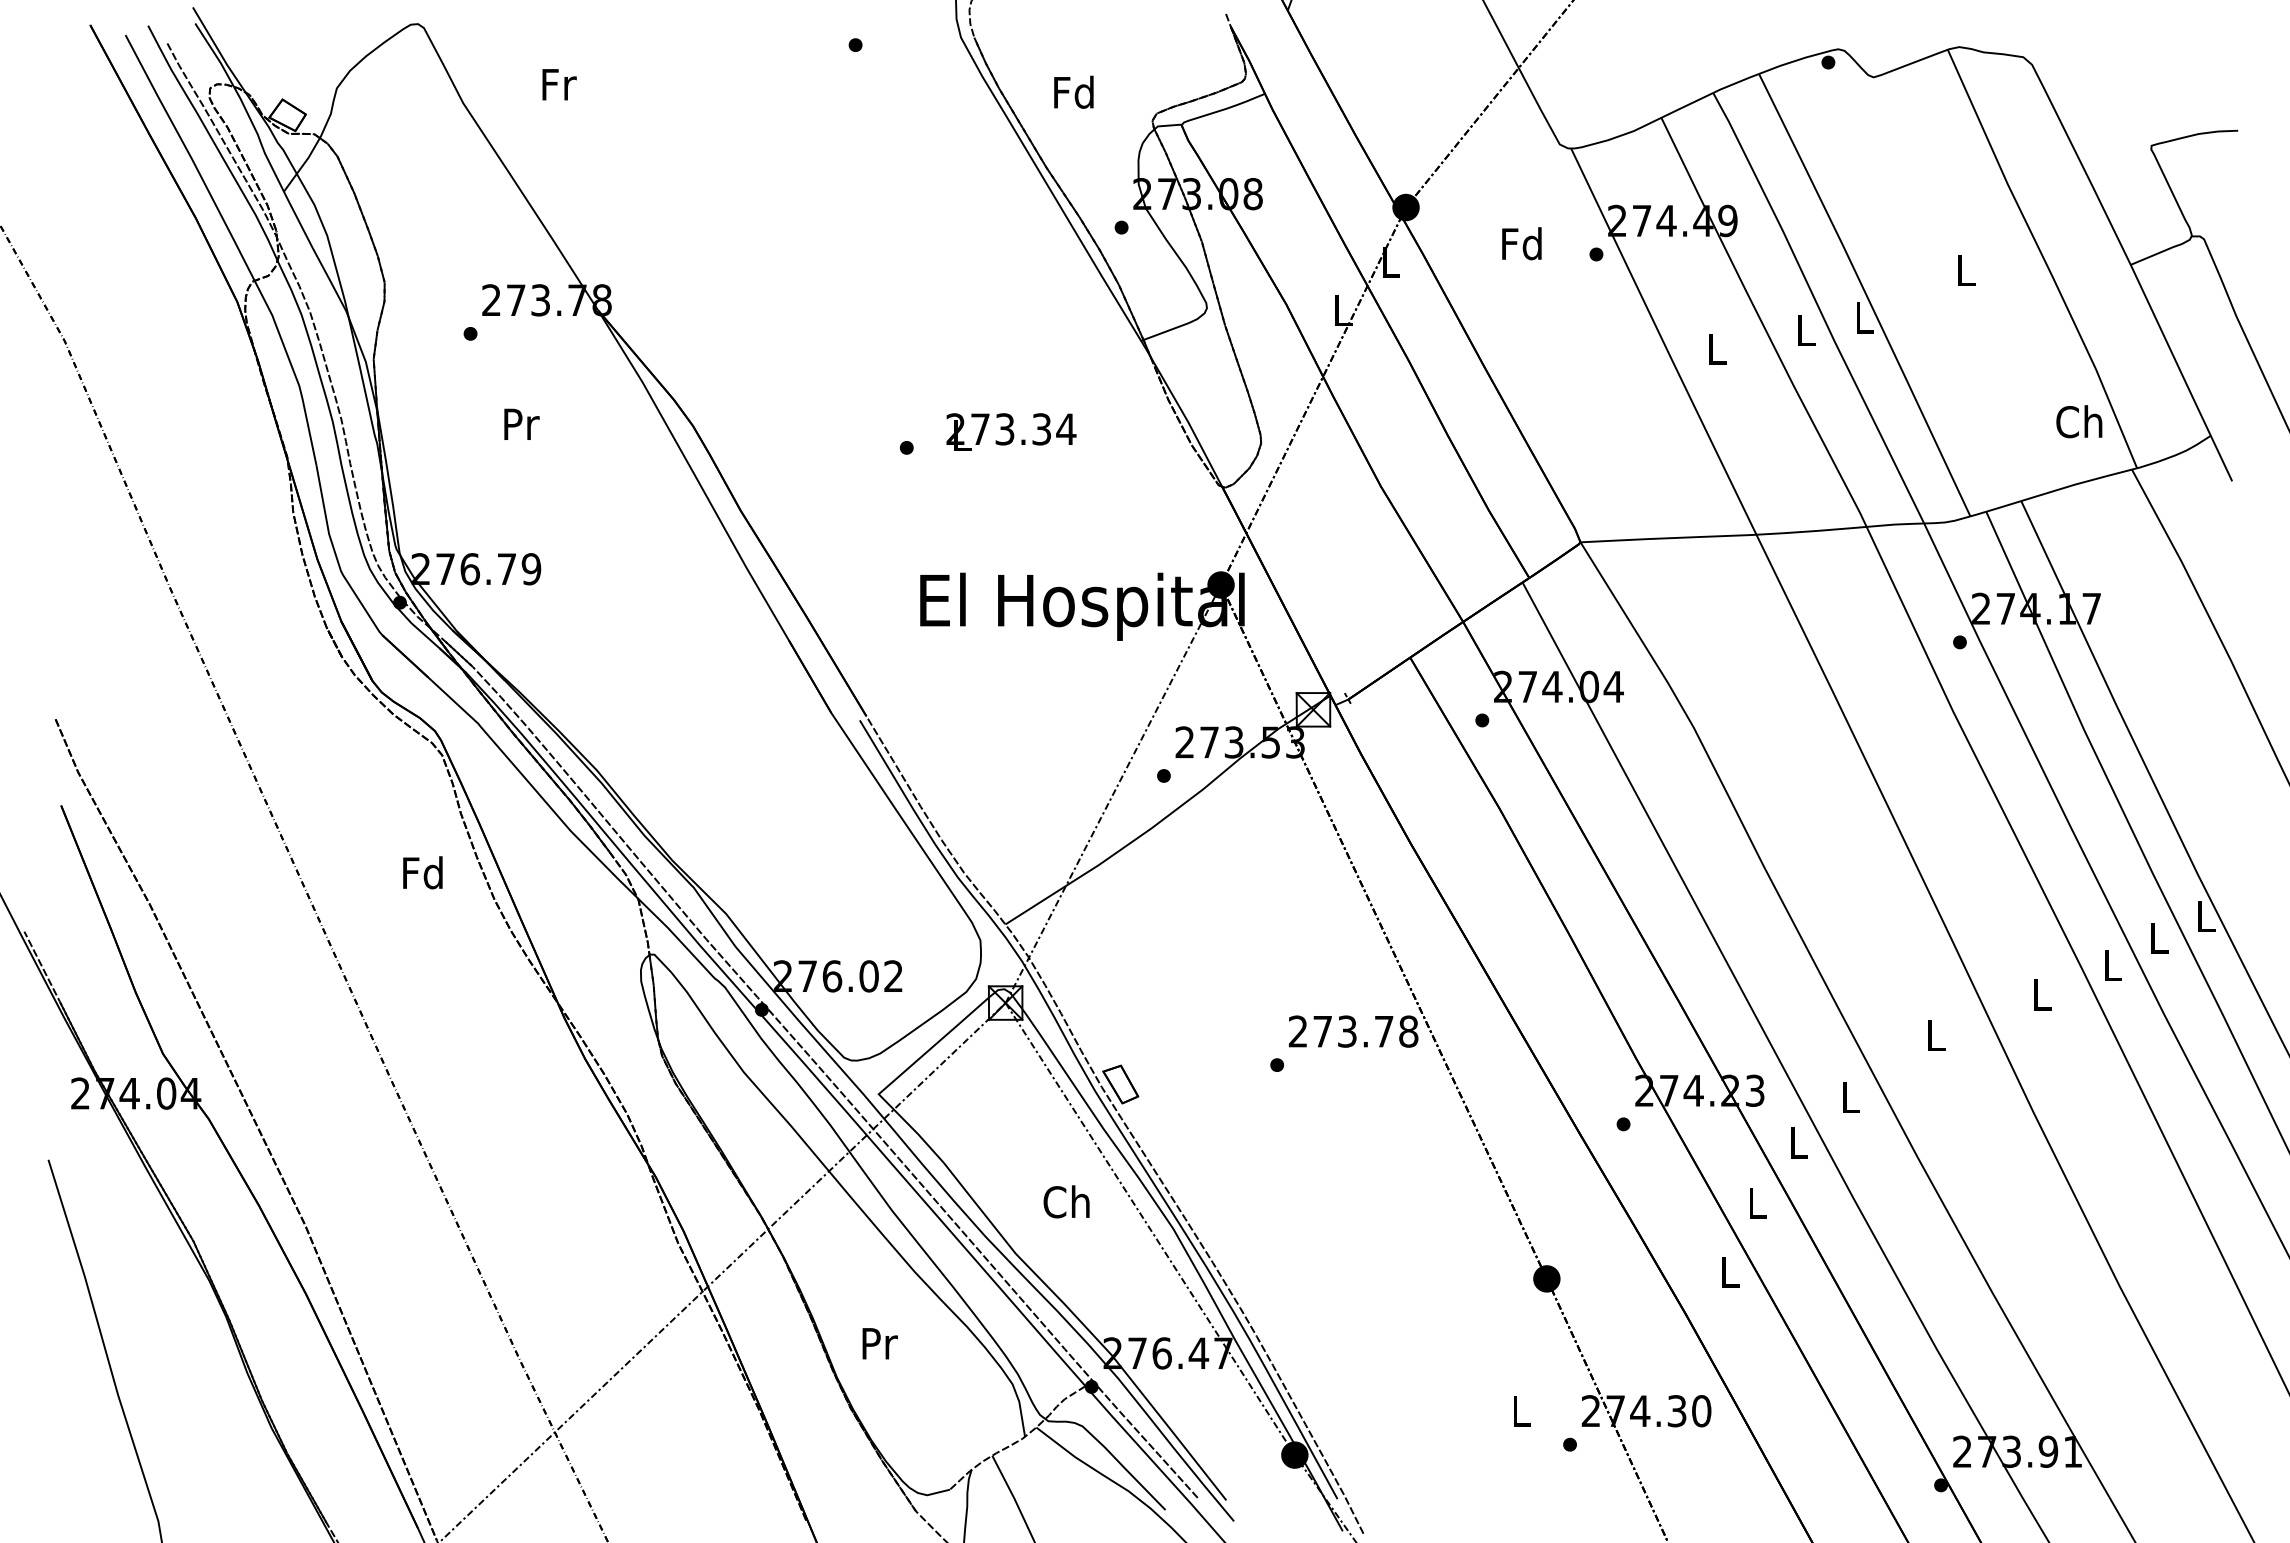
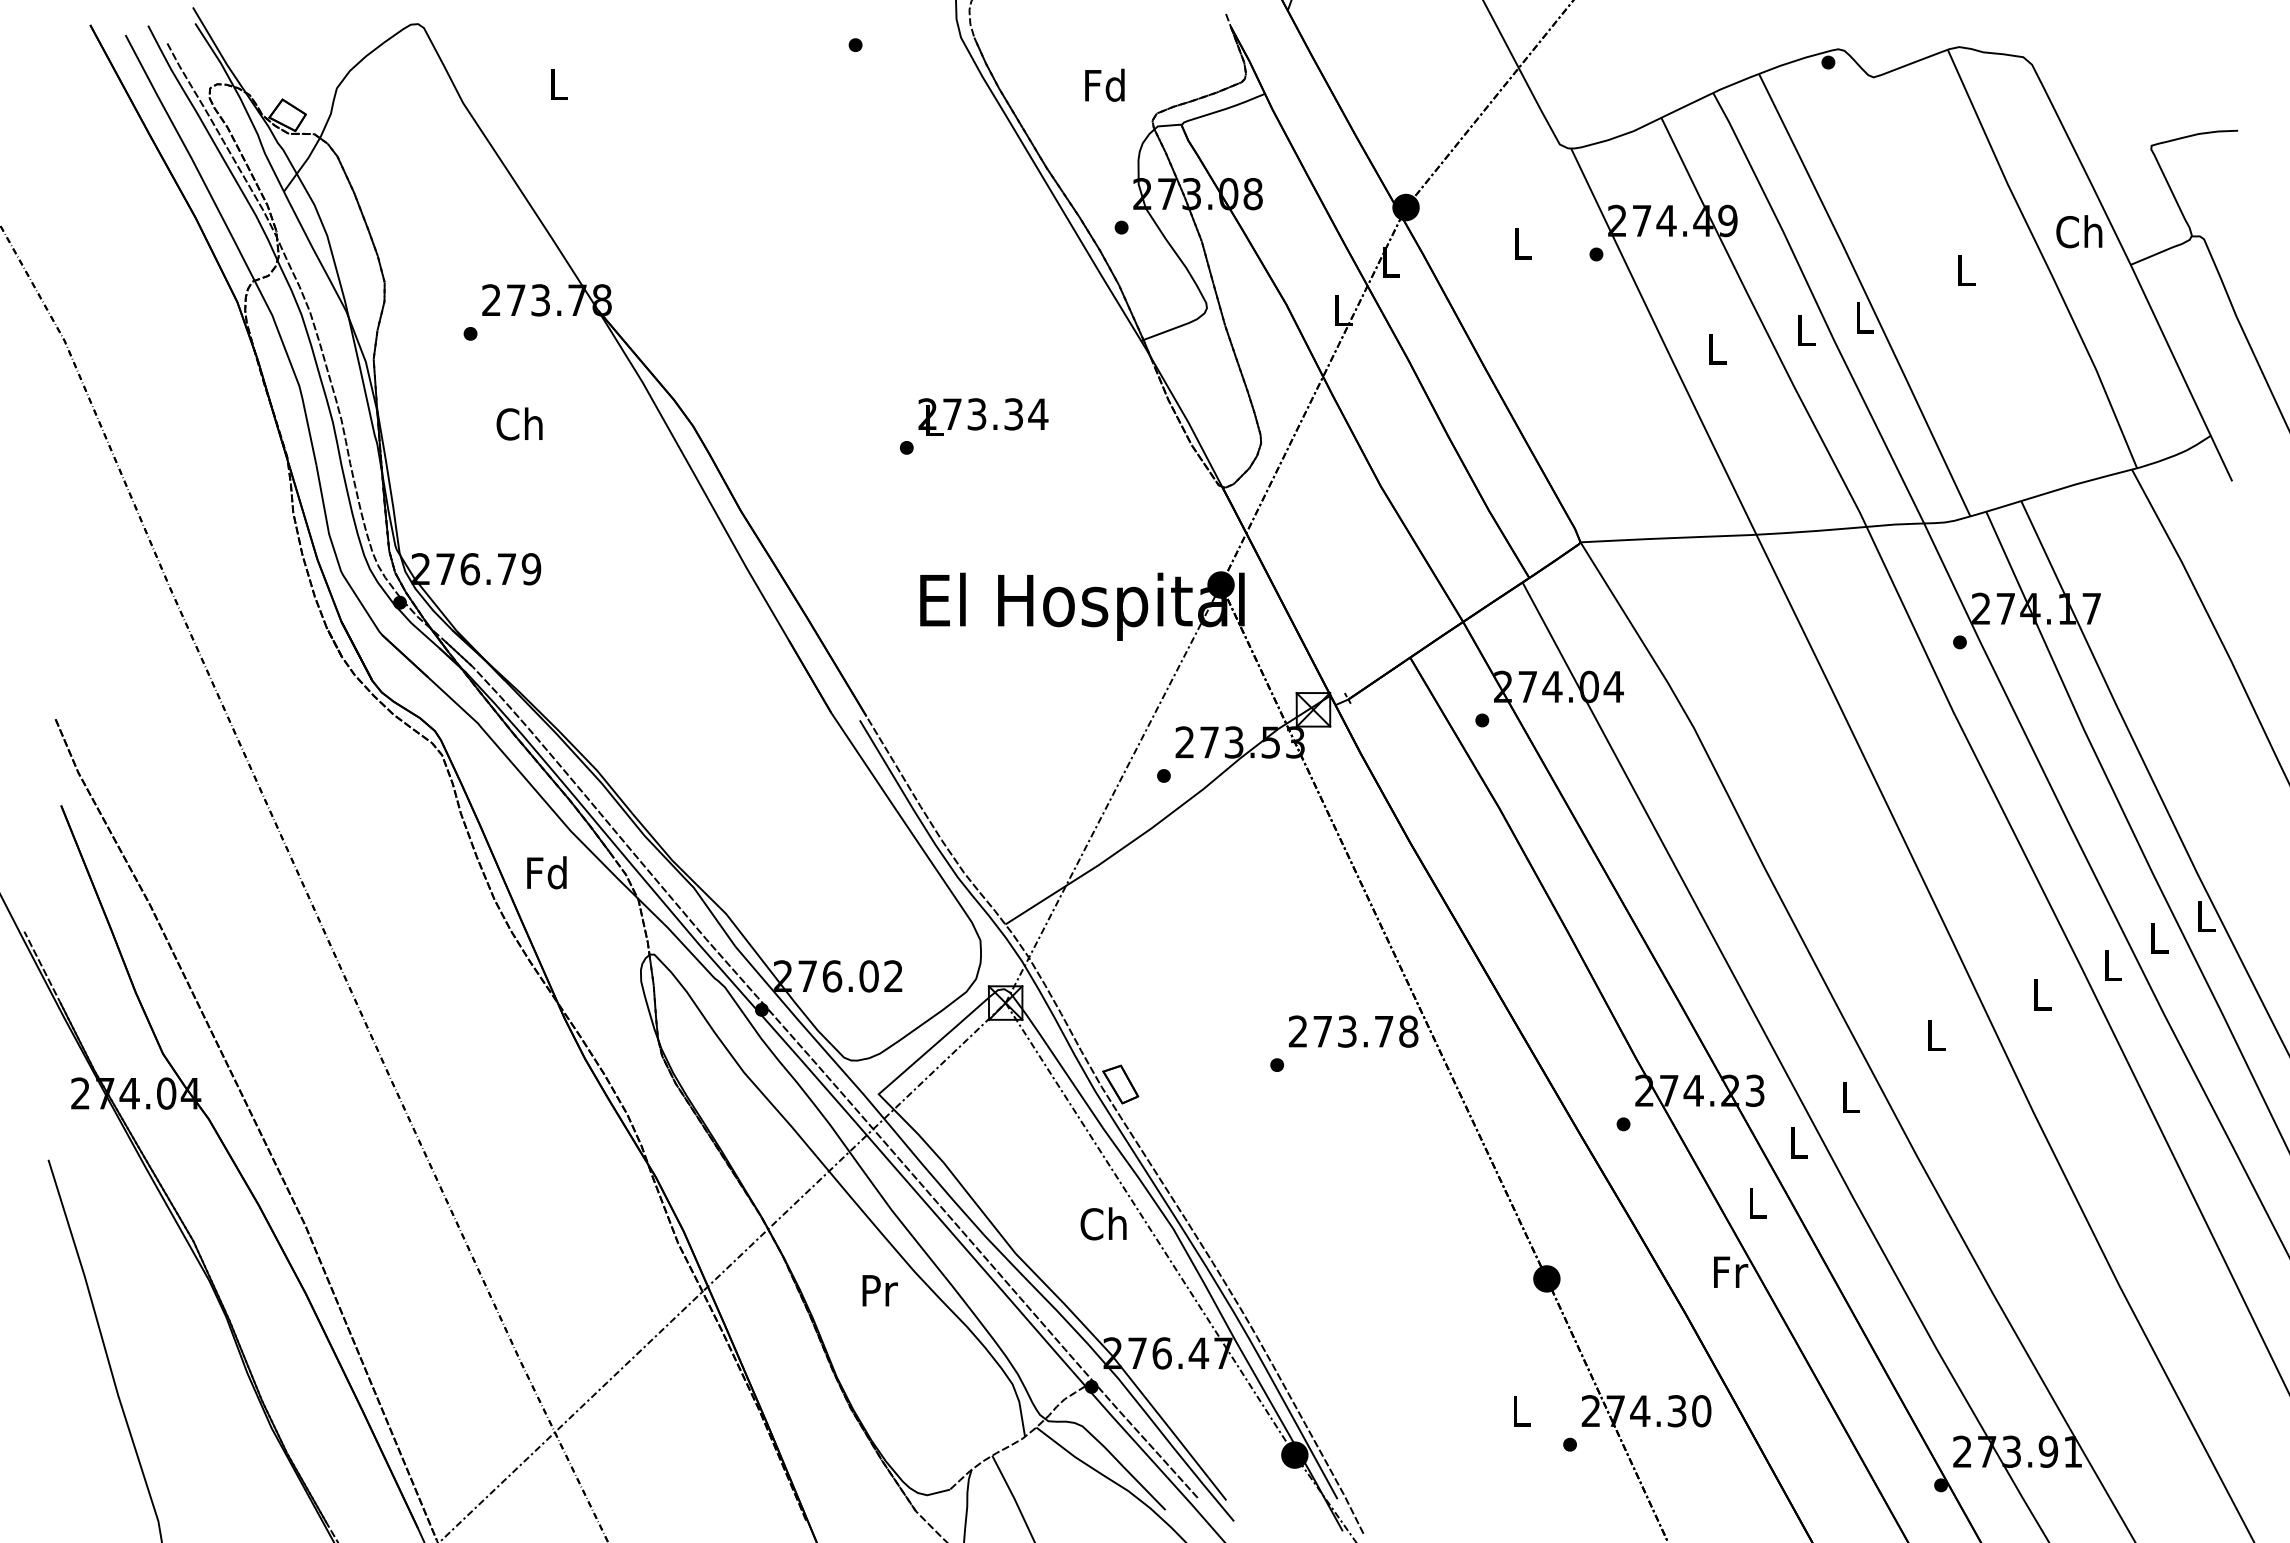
text at (559, 84): Fr -> L
text at (1073, 91) position: (1073, 91) -> (1104, 84)
text at (1521, 243): Fd -> L
text at (2079, 421) position: (2079, 421) -> (2079, 231)
text at (519, 423): Pr -> Ch
text at (1011, 431) position: (1011, 431) -> (983, 416)
text at (422, 872) position: (422, 872) -> (546, 872)
text at (1066, 1201) position: (1066, 1201) -> (1103, 1223)
text at (1731, 1271): L -> Fr
text at (879, 1343) position: (879, 1343) -> (879, 1290)
